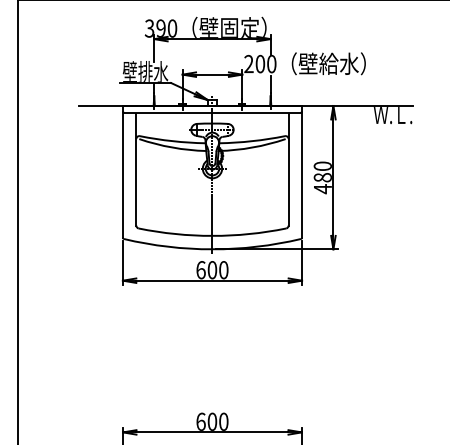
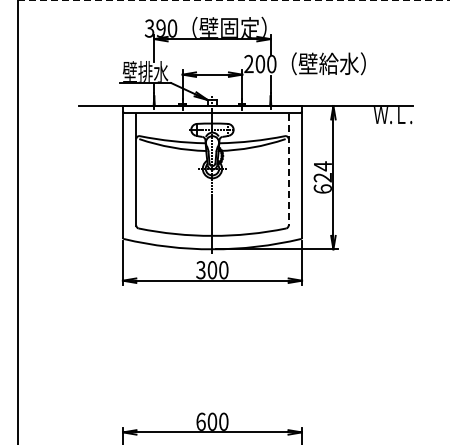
line at (234, 0): solid -> dashed
line at (288, 169): solid -> dashed
text at (322, 177): 480 -> 624
text at (200, 270): 600 -> 300
